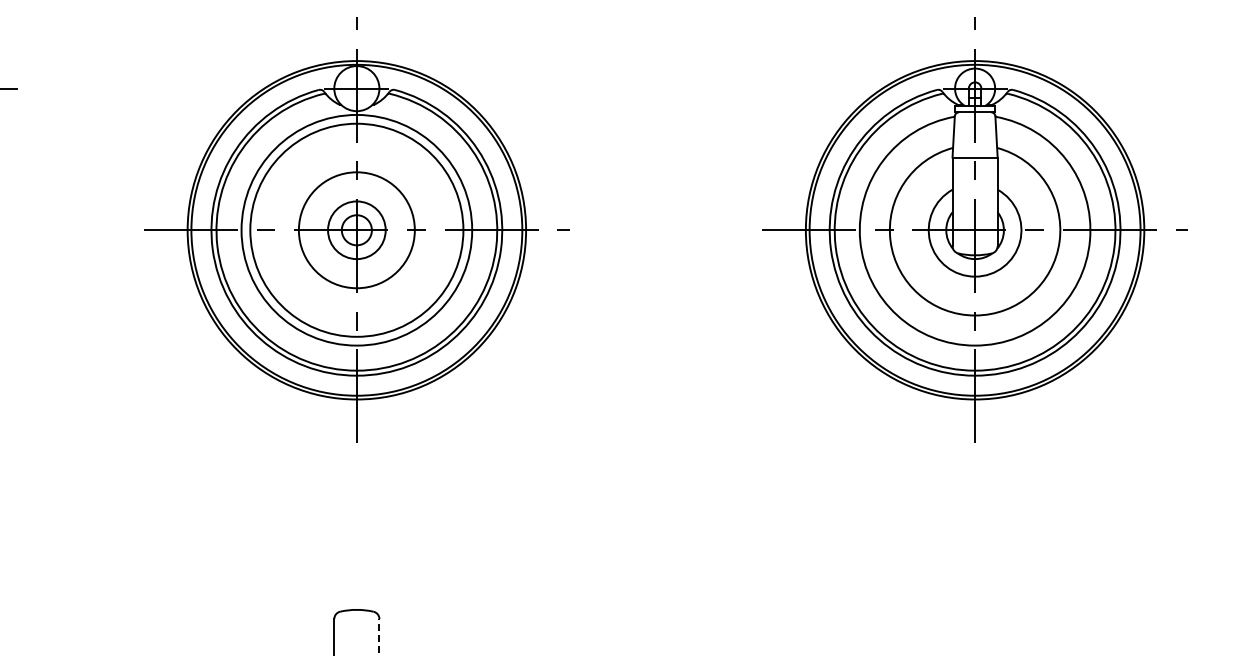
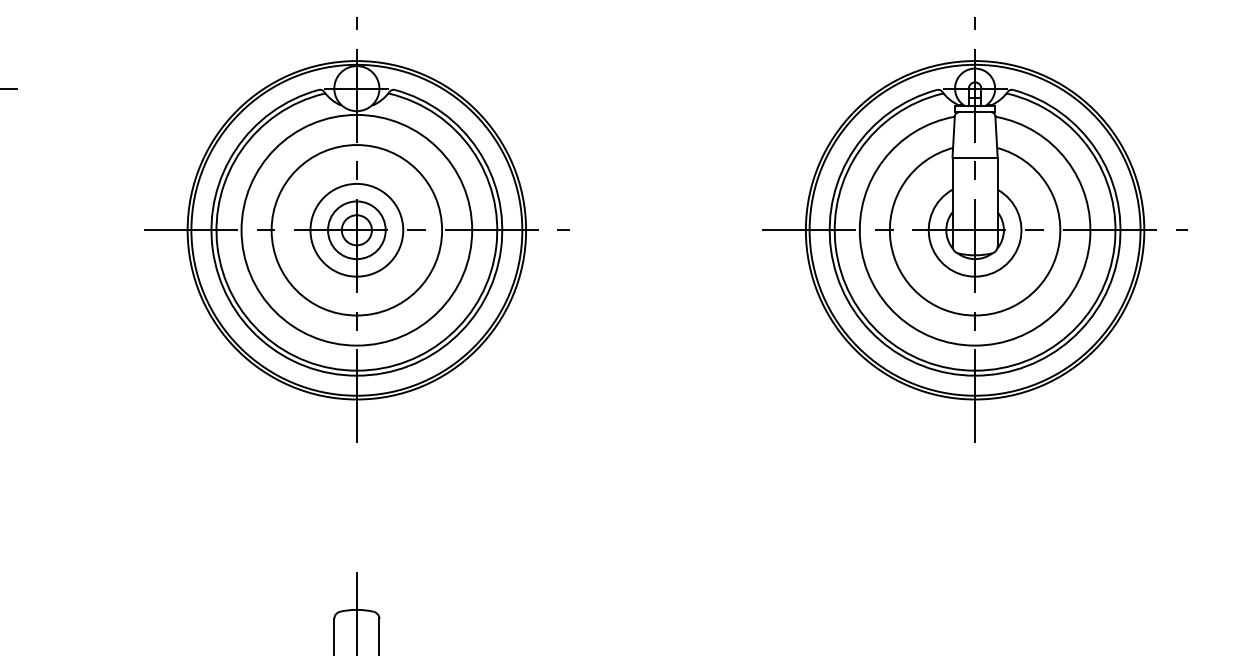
circle at (356, 229) diameter: 213 px -> 170 px
circle at (356, 230) diameter: 116 px -> 93 px
line at (356, 612): none -> present
line at (379, 636): dashed -> solid
